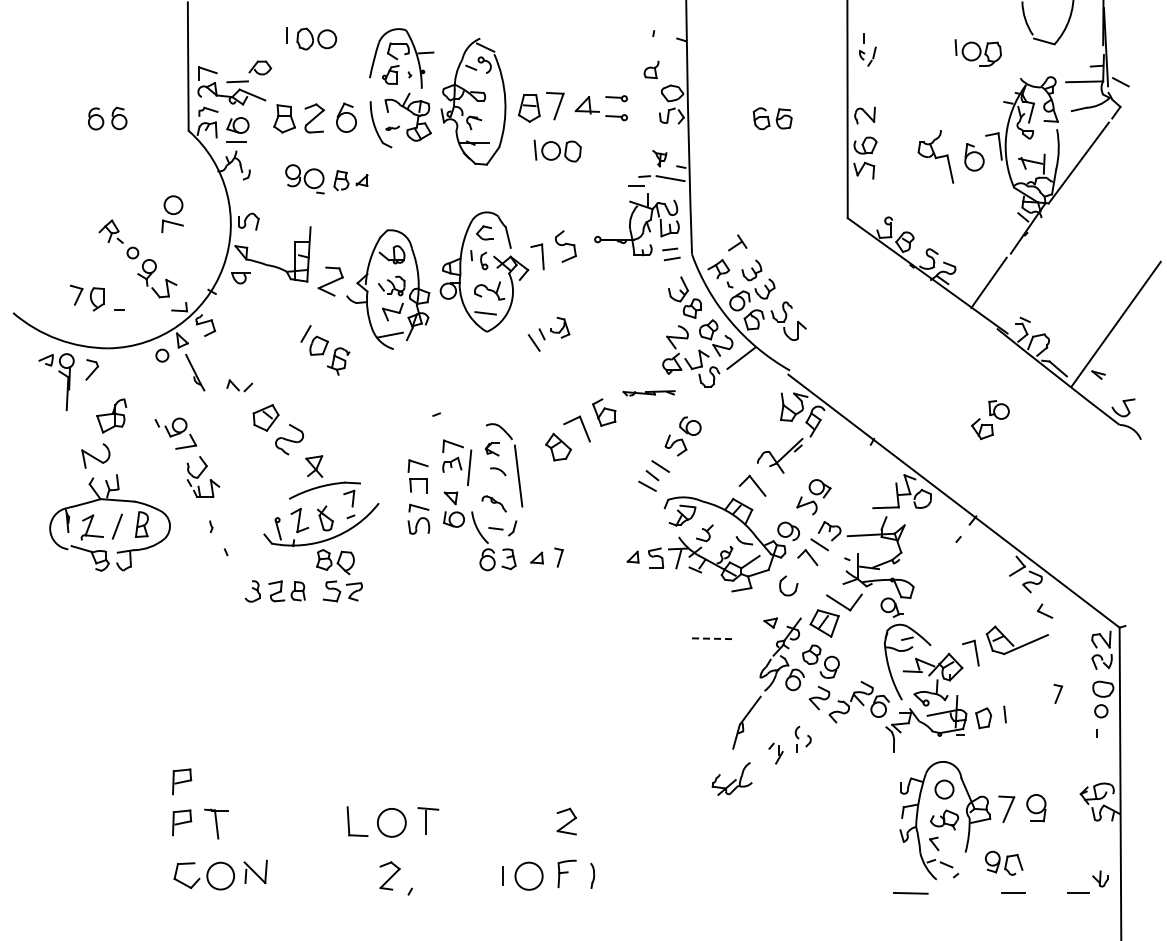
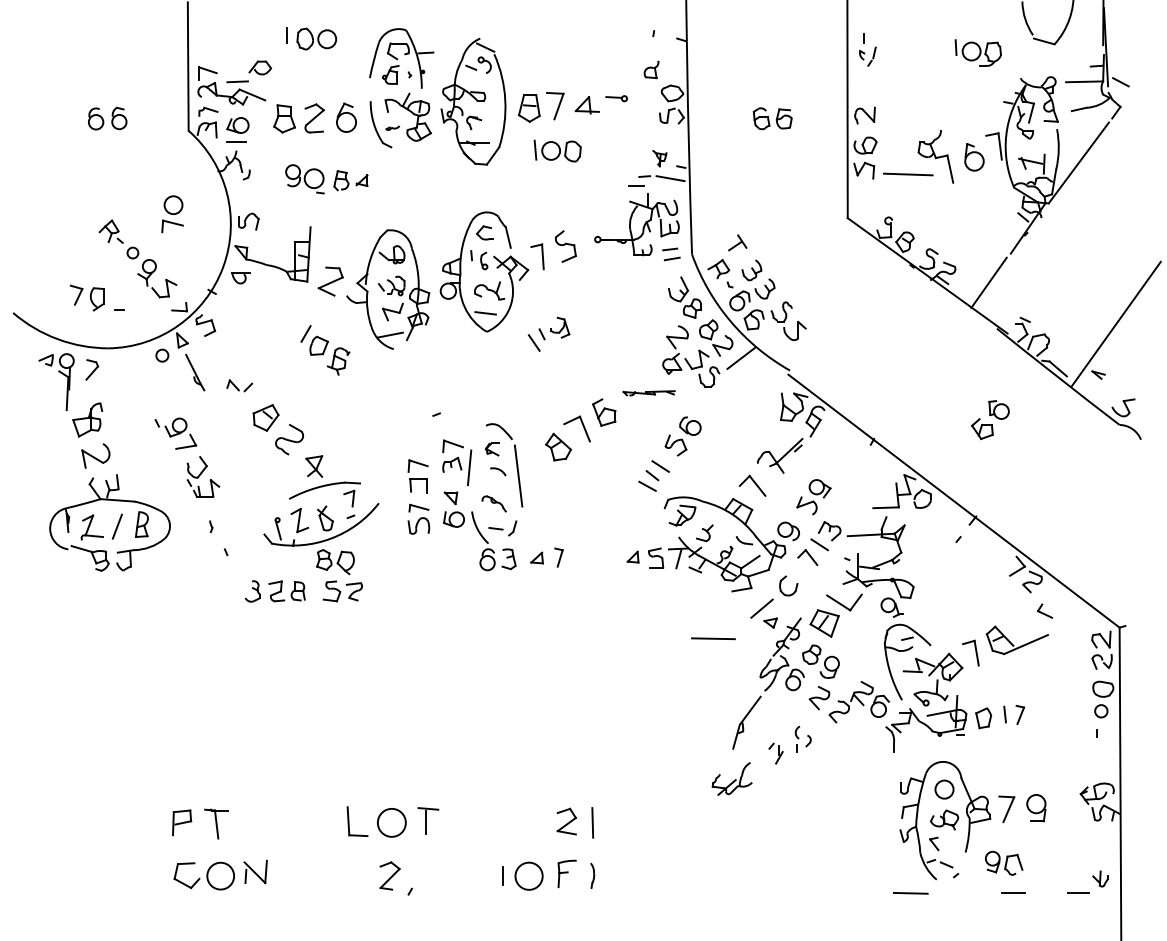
part at (616, 117): present -> none
line at (908, 174): none -> present
part at (111, 415) position: (111, 415) -> (87, 419)
line at (761, 608): none -> present
line at (713, 638): dashed -> solid
part at (1058, 693) position: (1058, 693) -> (1020, 714)
part at (182, 781): present -> none
line at (592, 822): none -> present
